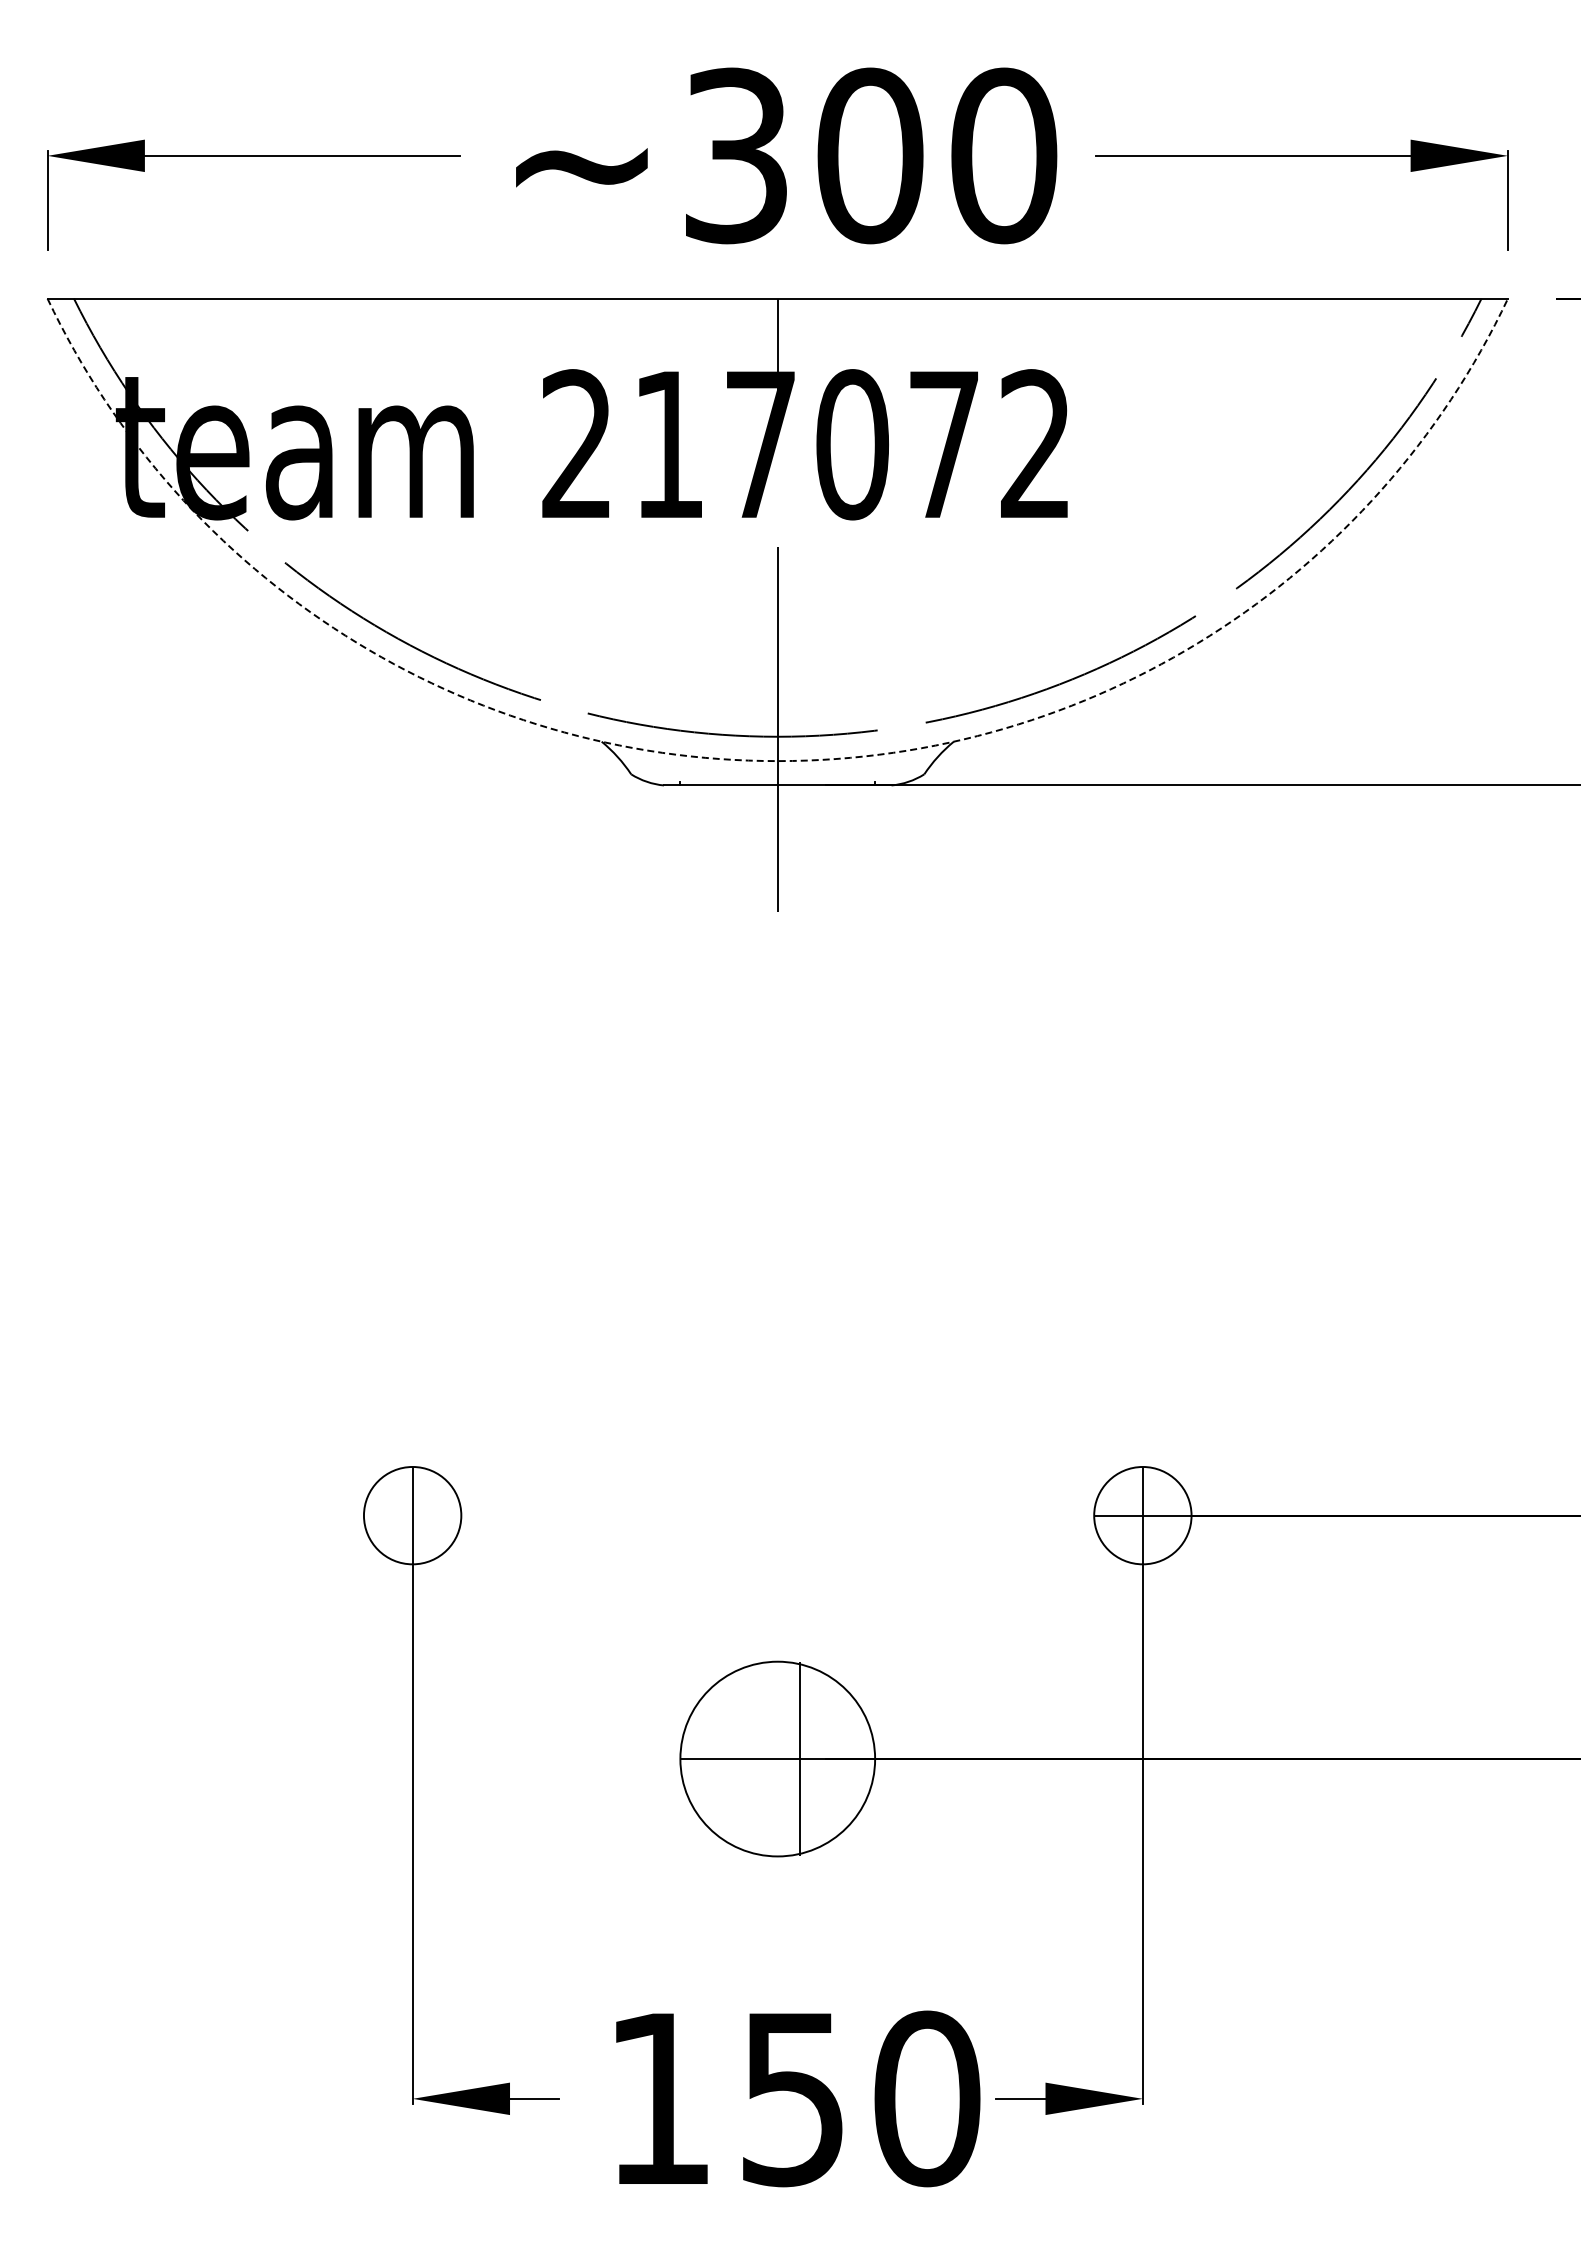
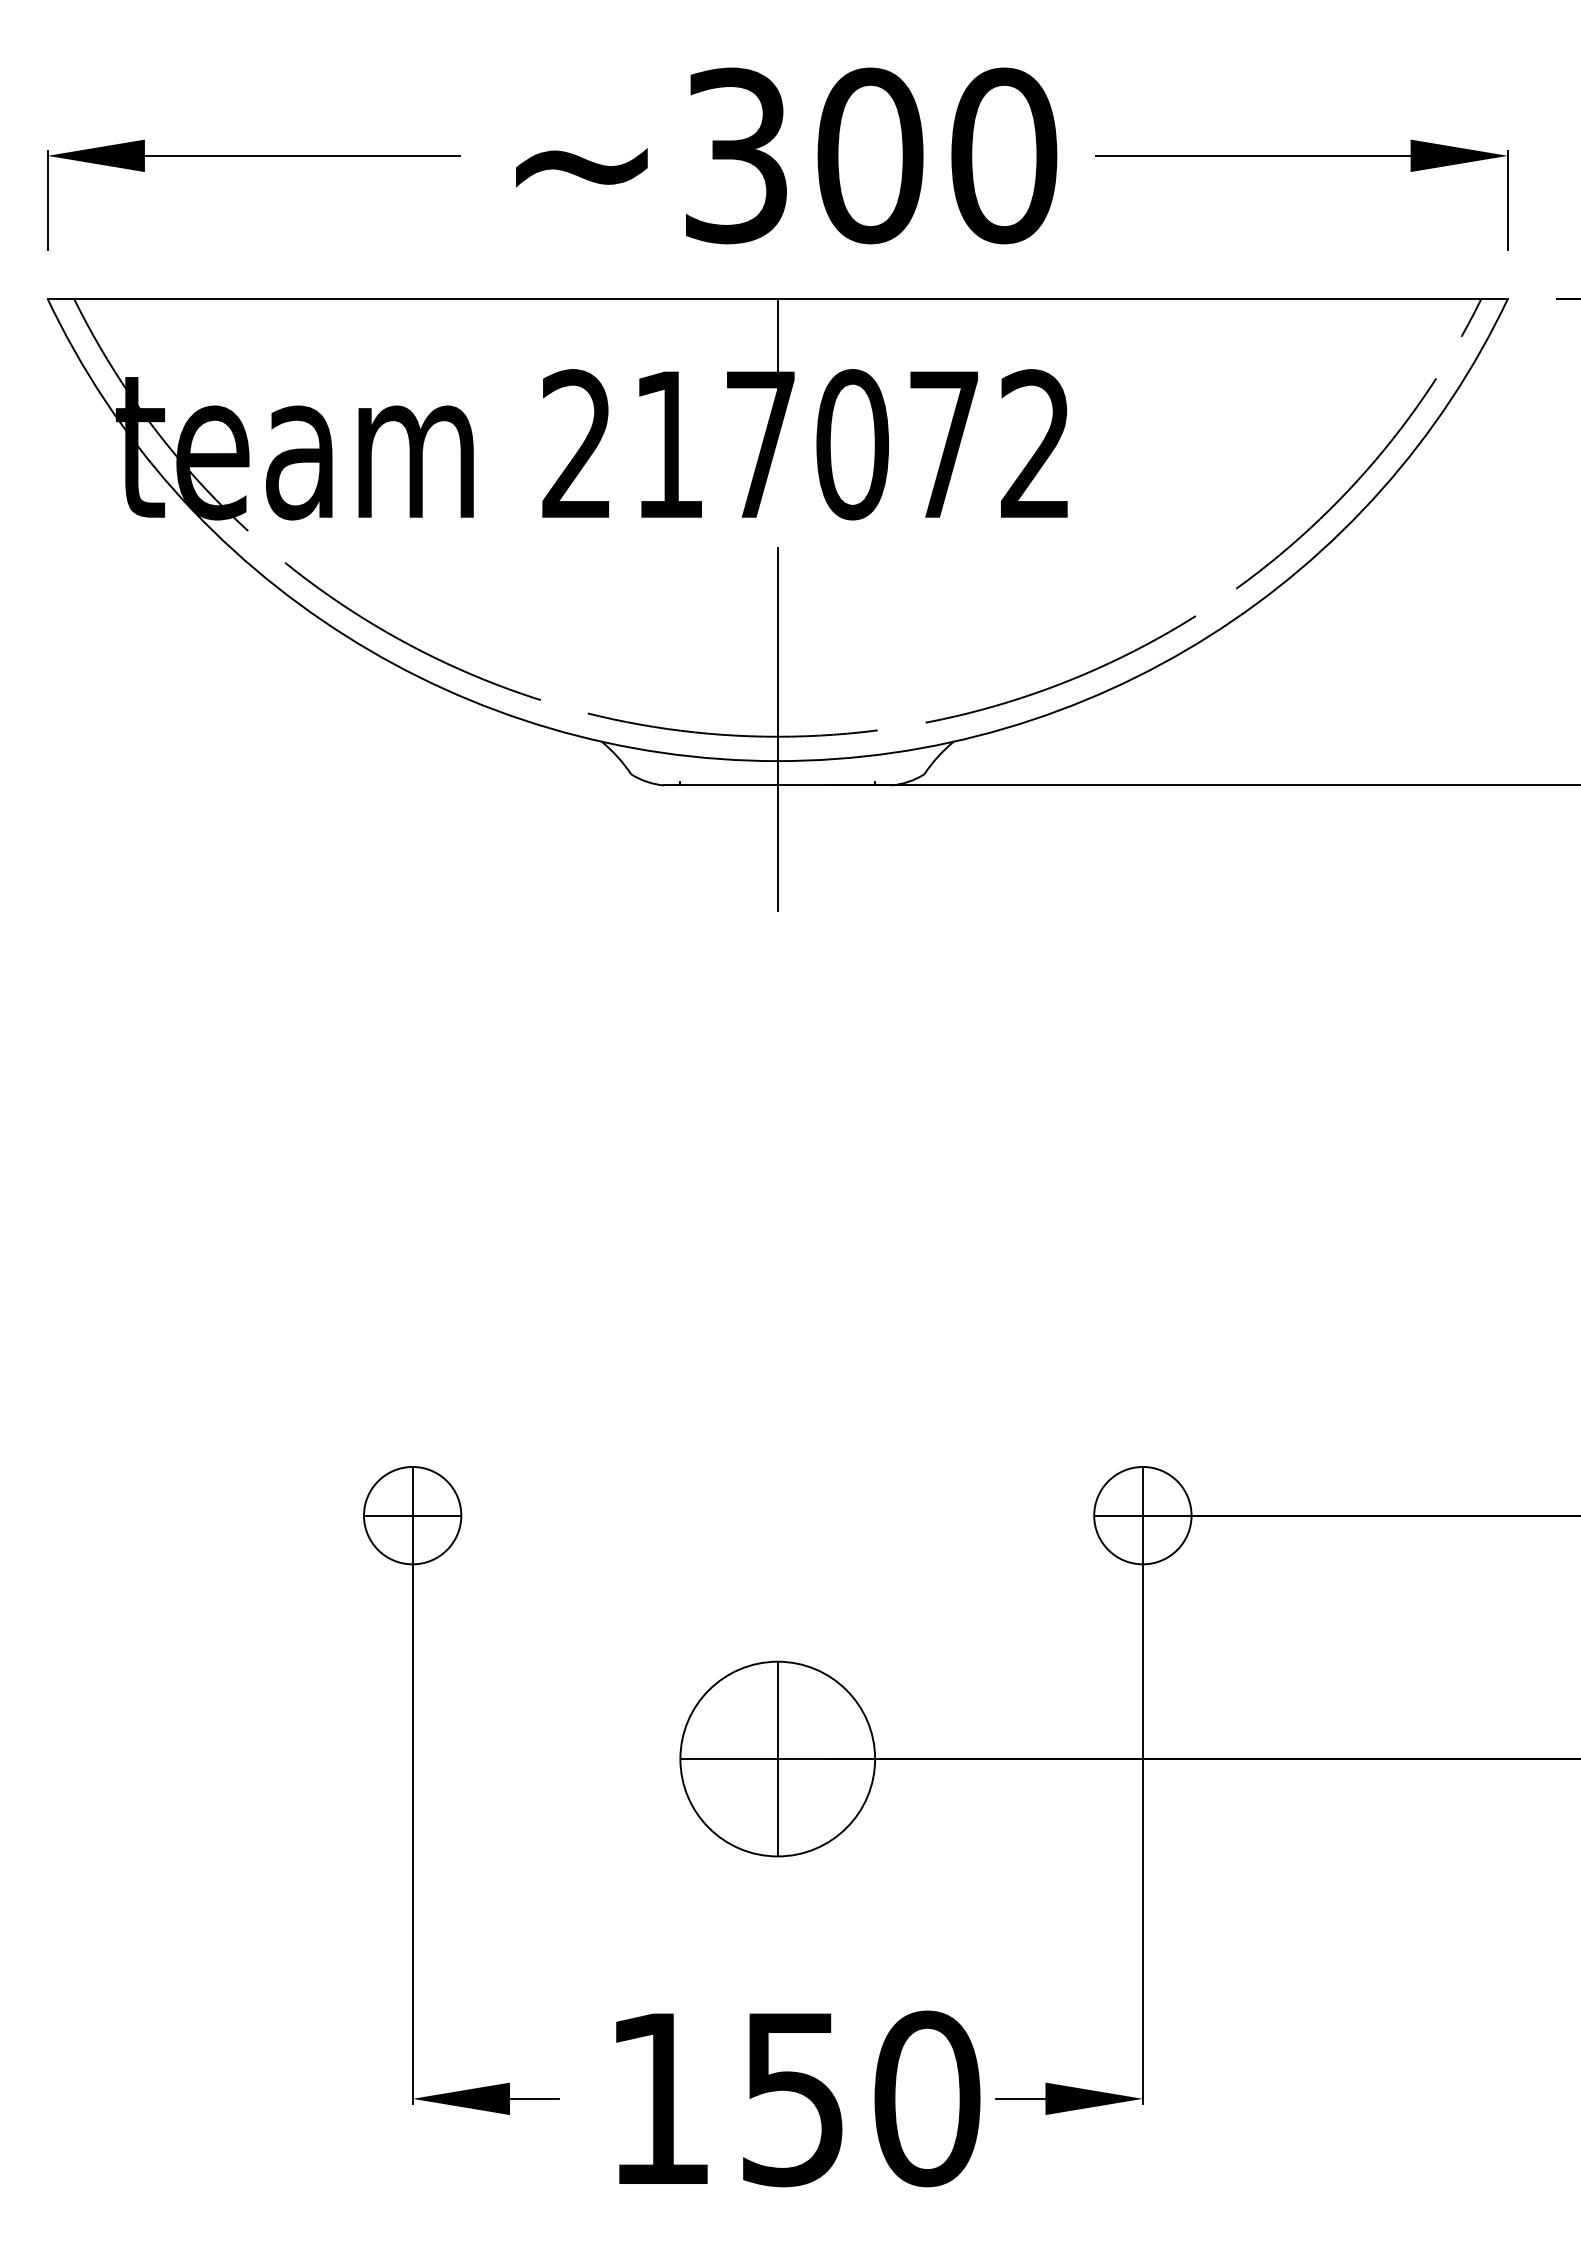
arc at (777, 761): dashed -> solid
line at (412, 1515): none -> present
line at (799, 1758) position: (799, 1758) -> (777, 1758)
